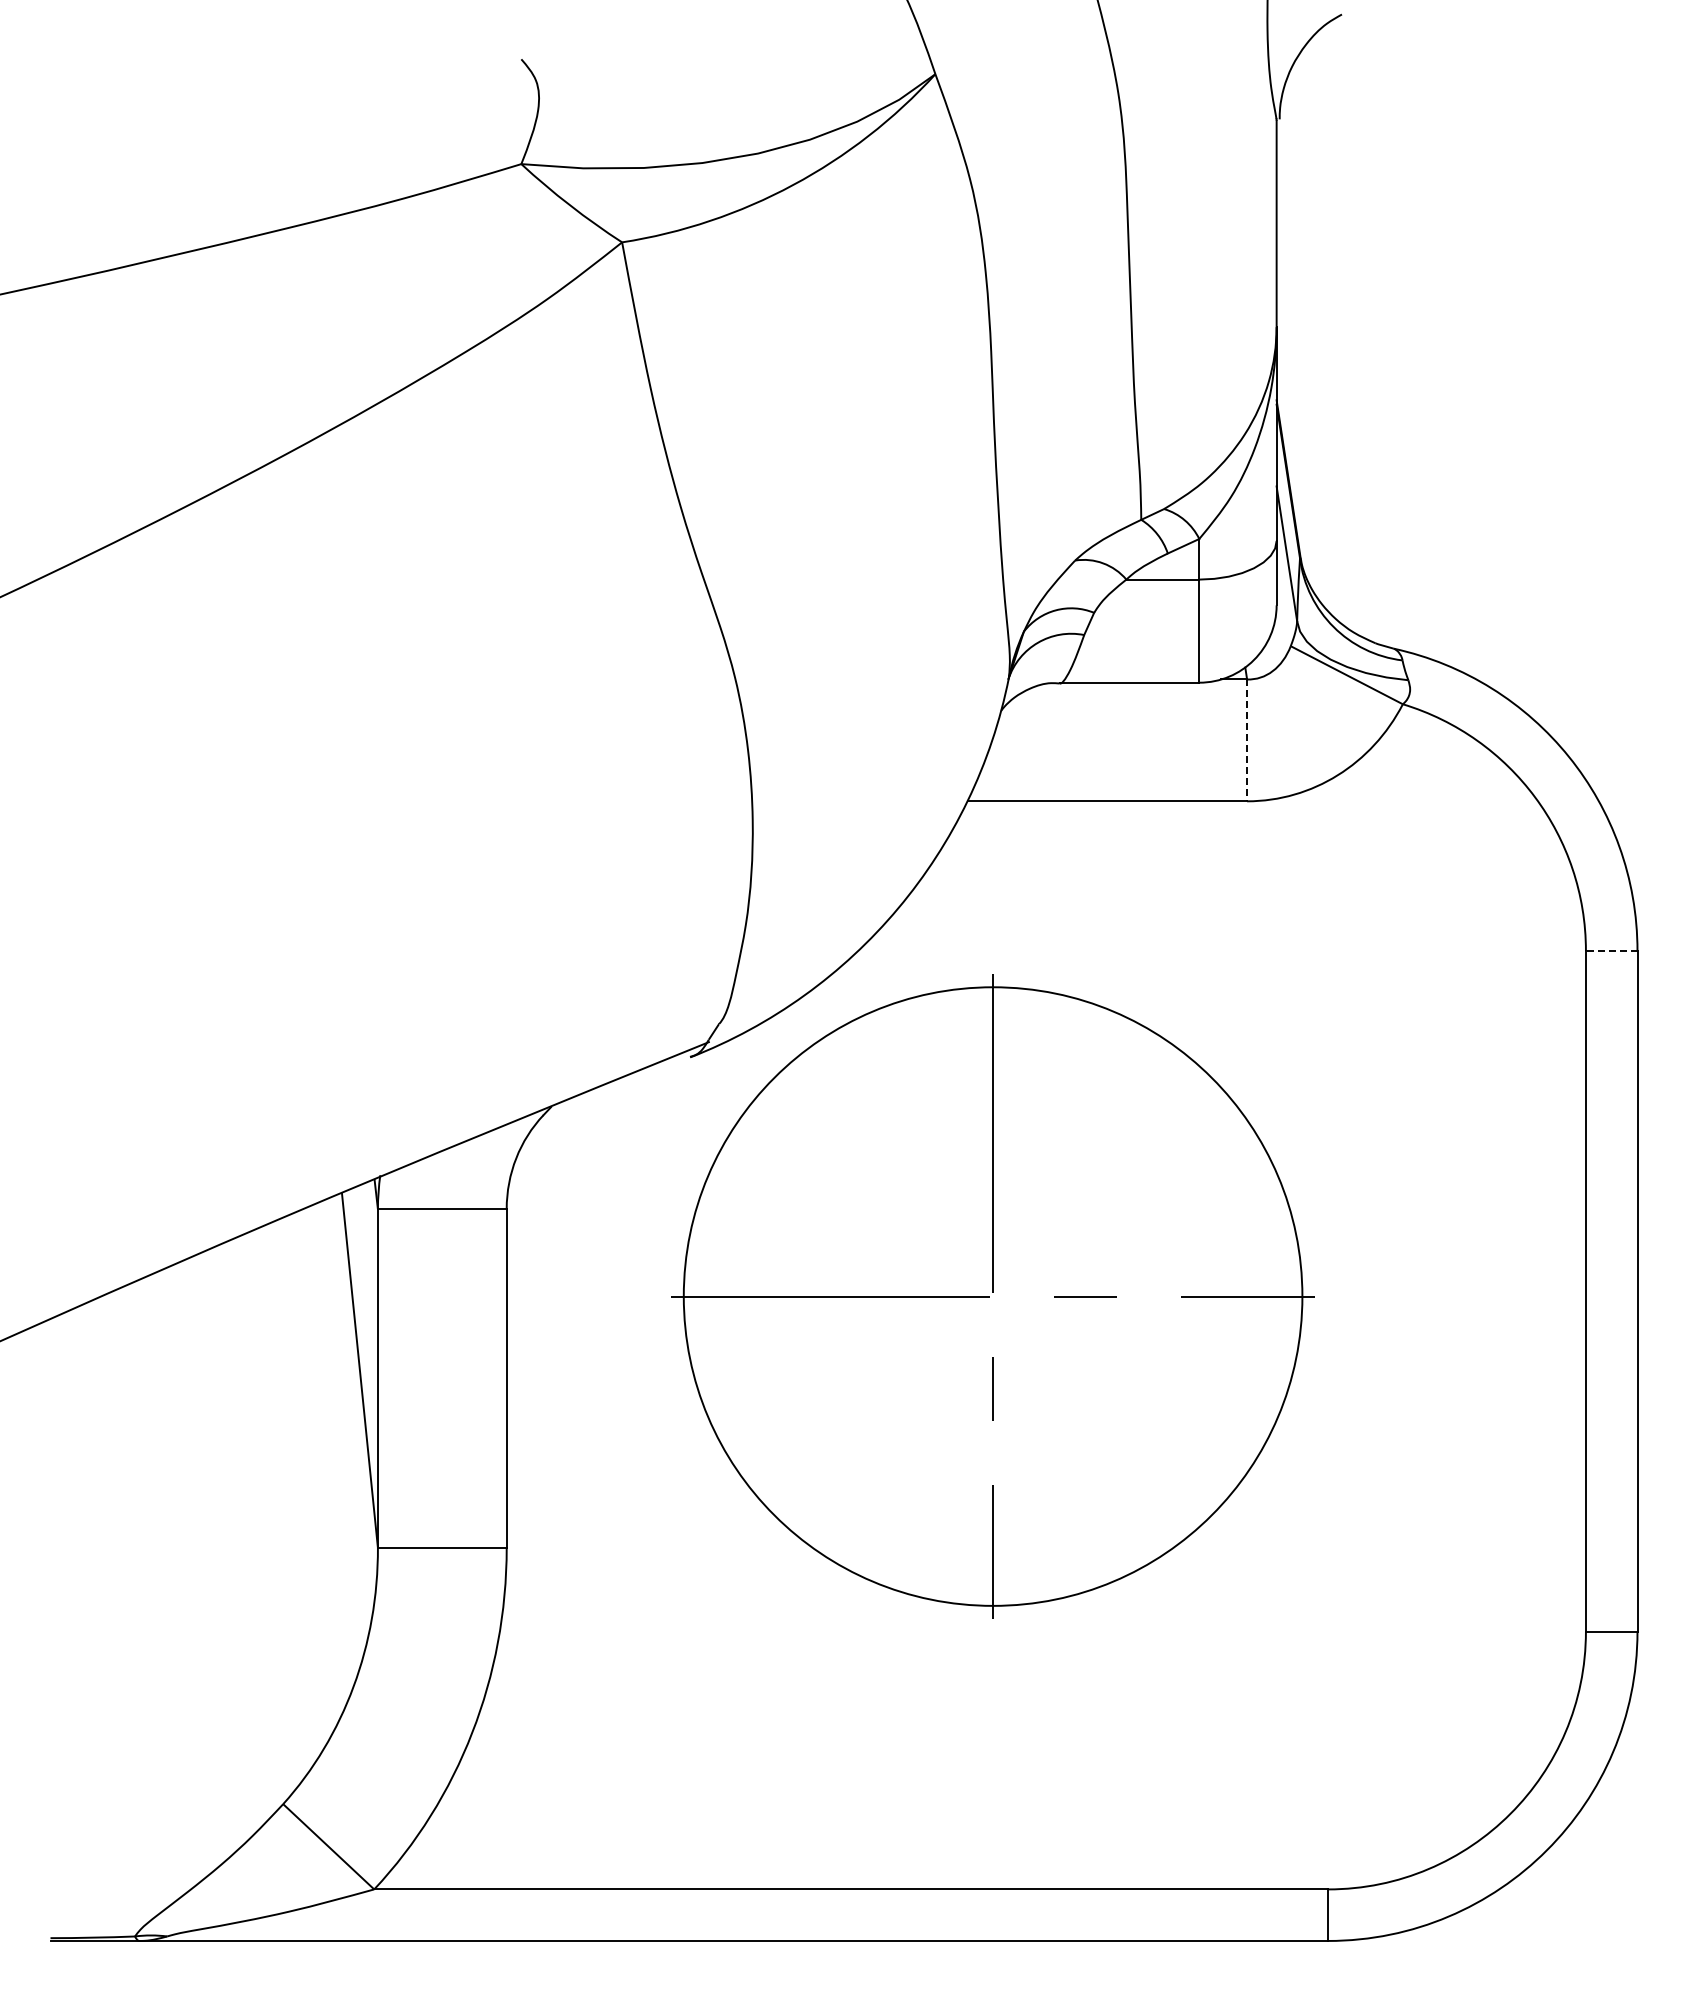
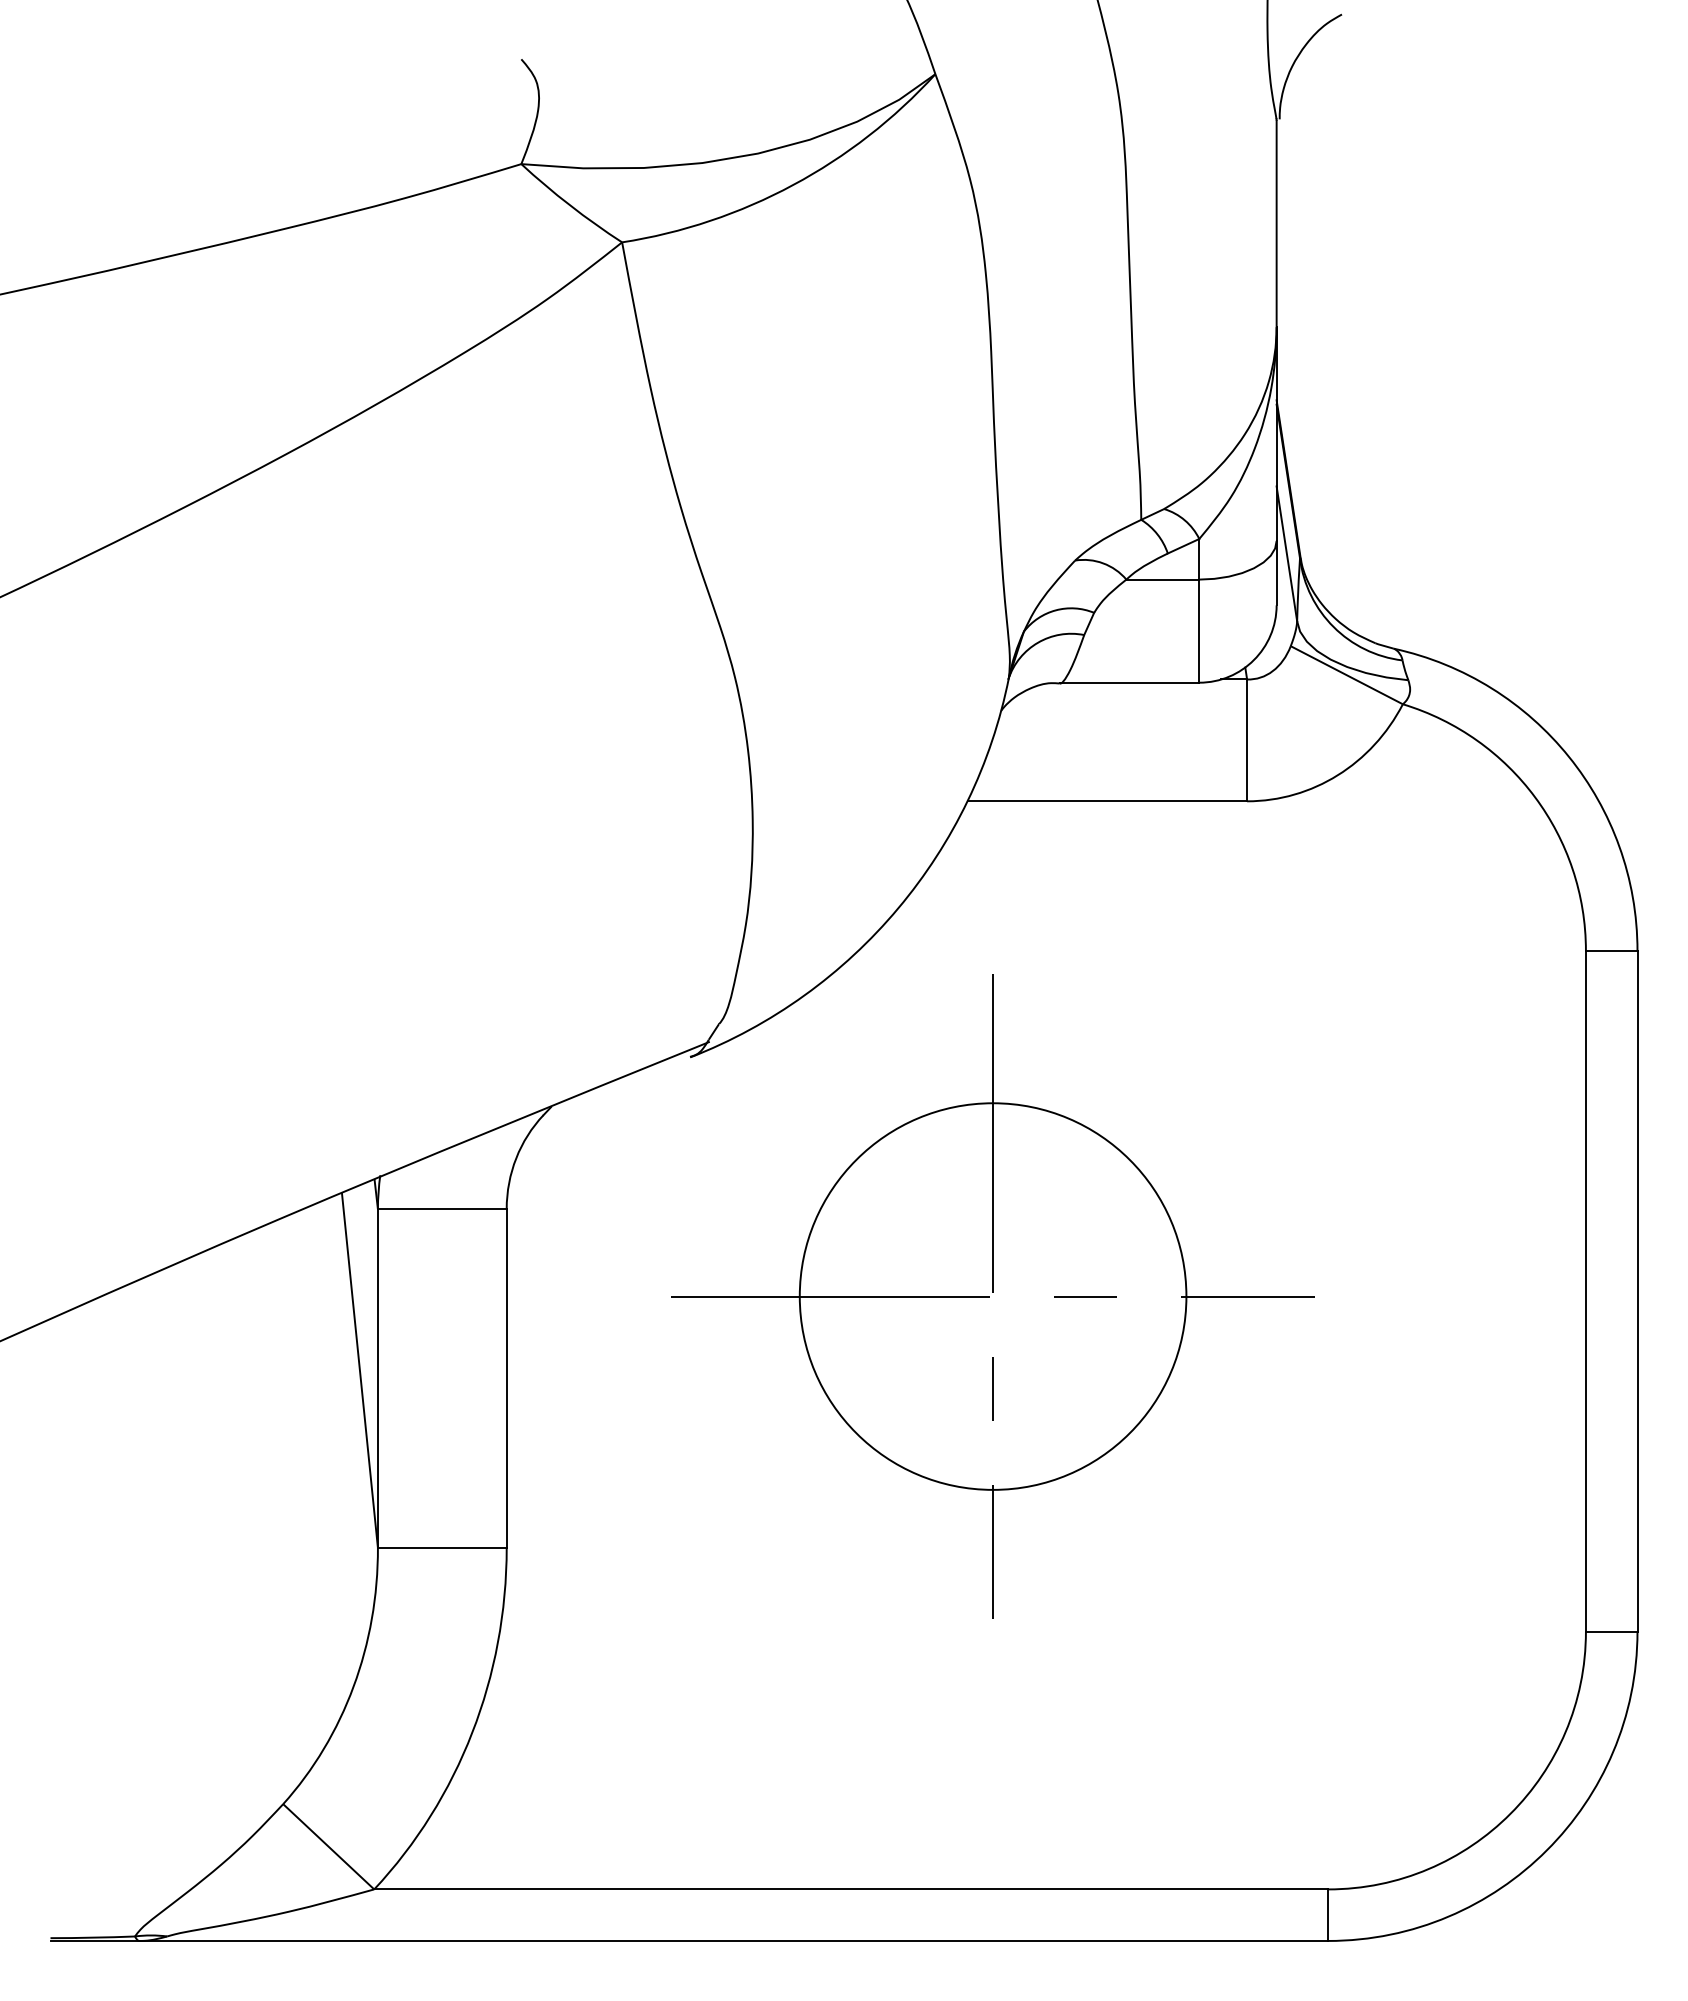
line at (1247, 740): dashed -> solid
line at (1611, 950): dashed -> solid
circle at (992, 1296) diameter: 619 px -> 387 px
